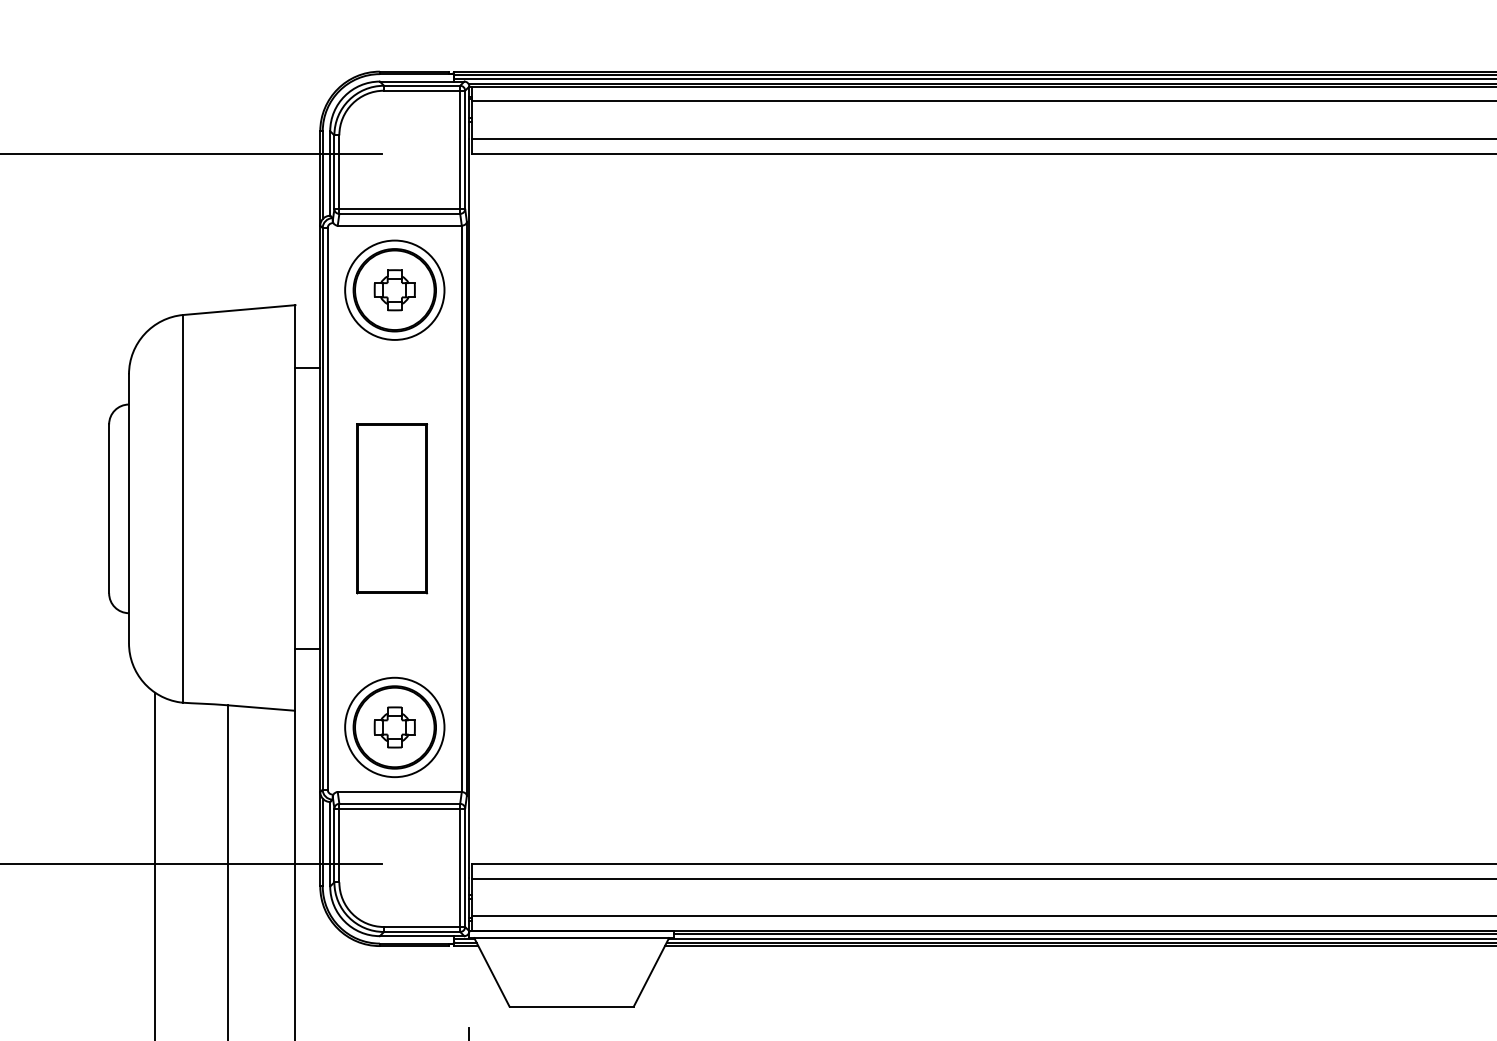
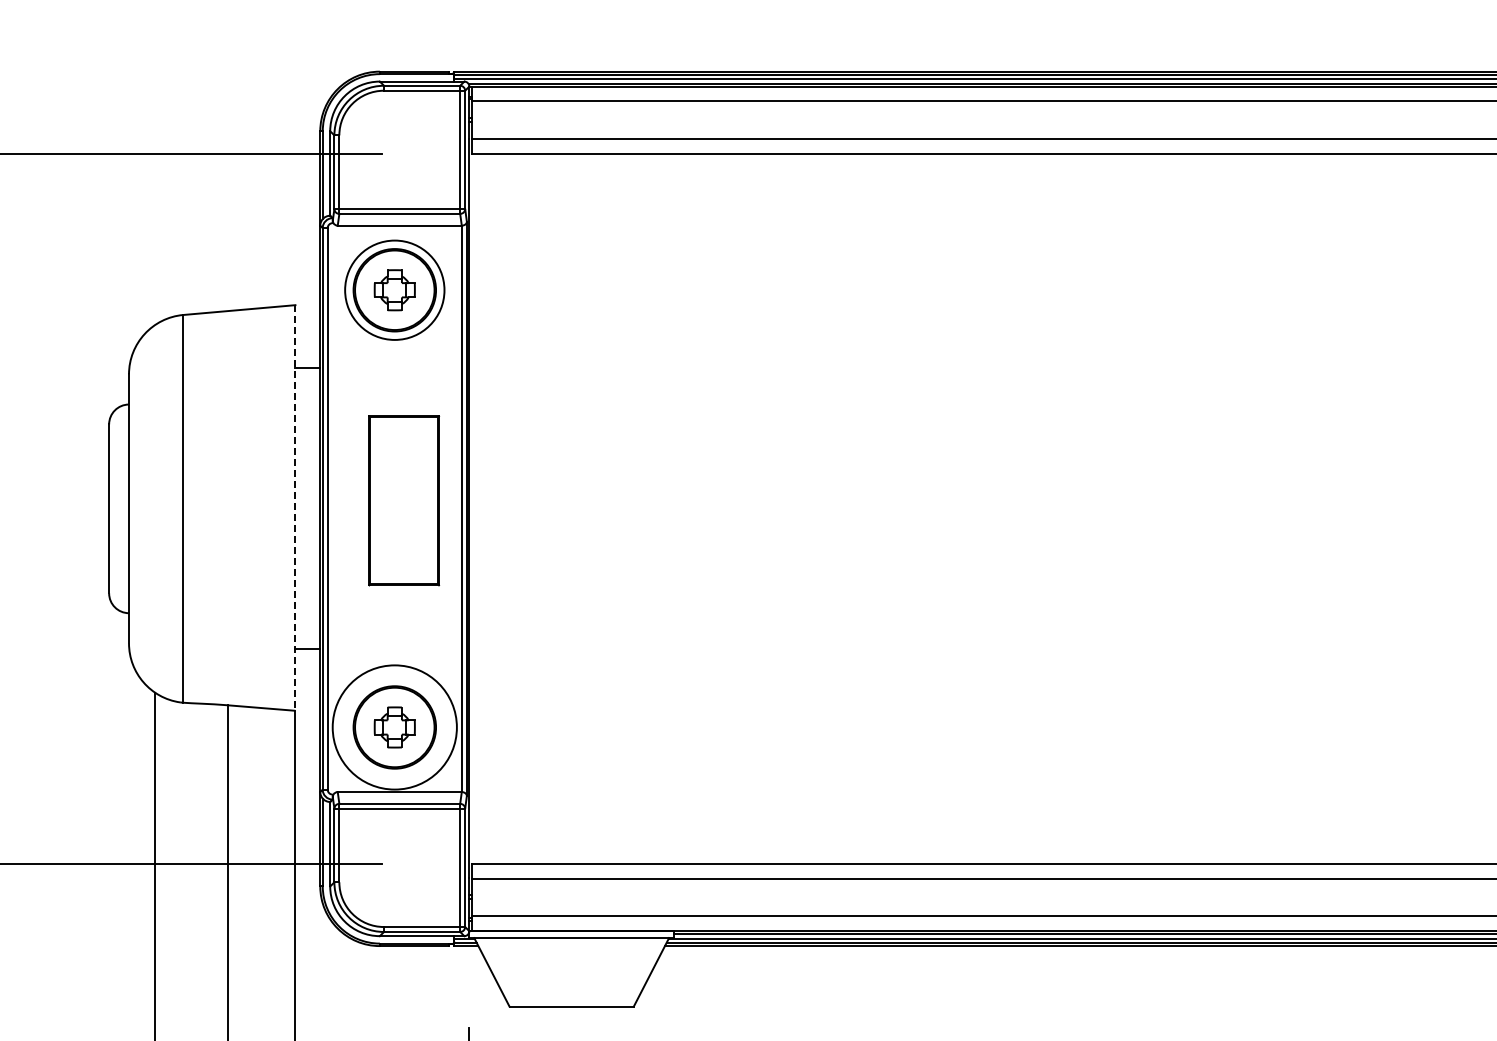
line at (295, 507): solid -> dashed
part at (392, 508) position: (392, 508) -> (404, 500)
circle at (394, 727) diameter: 99 px -> 124 px
